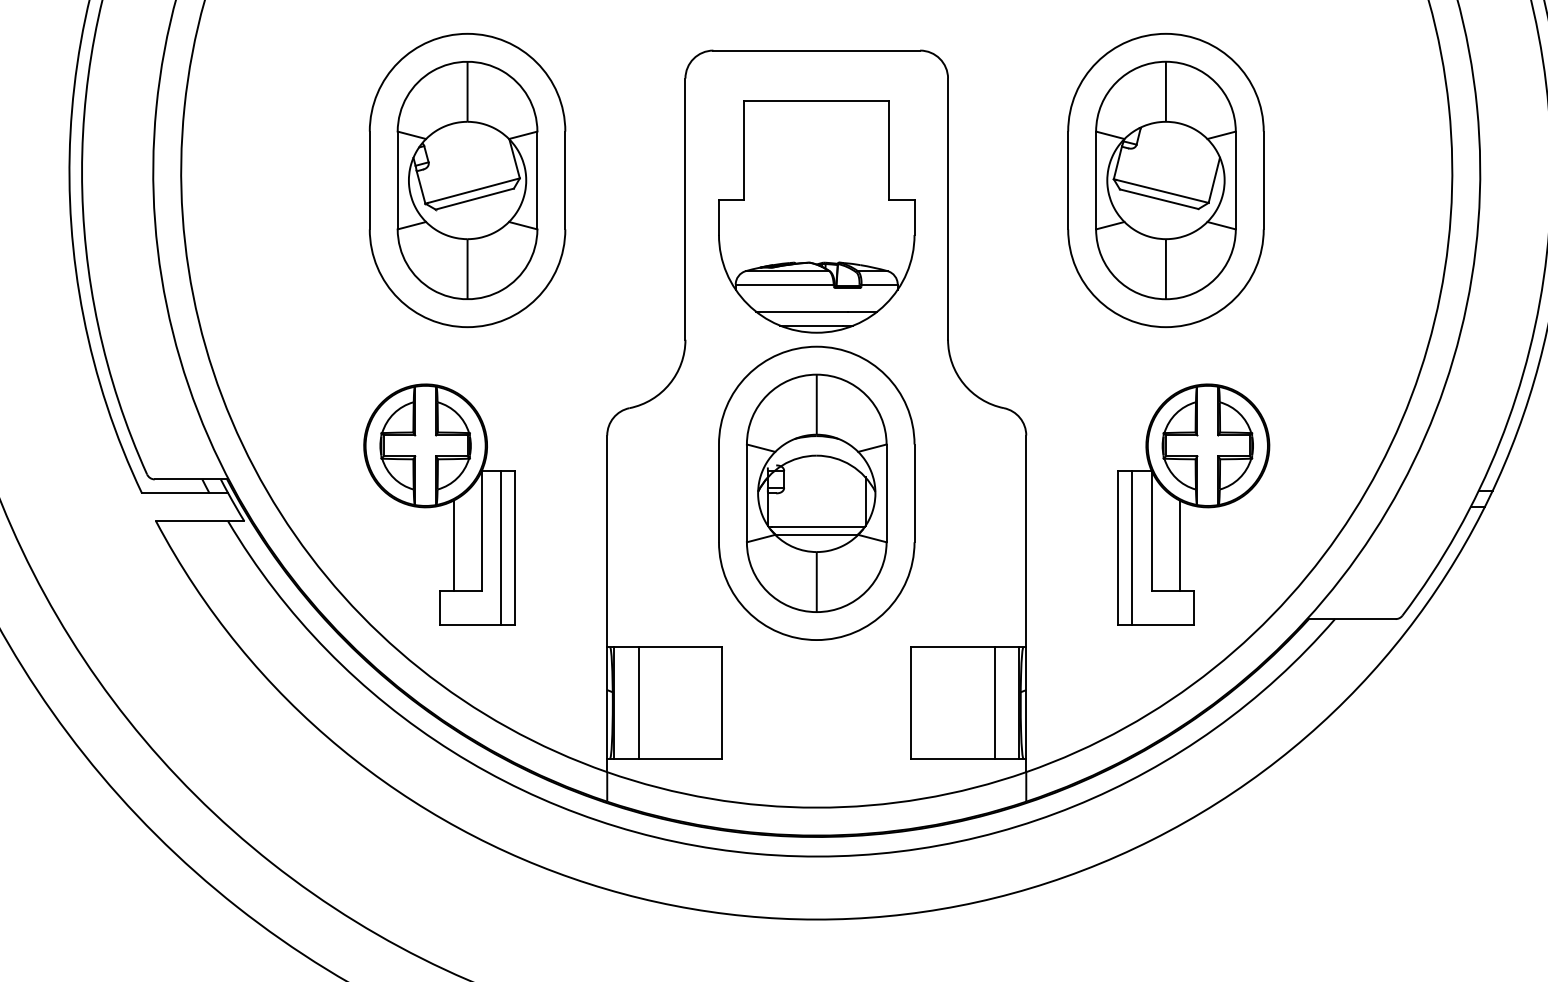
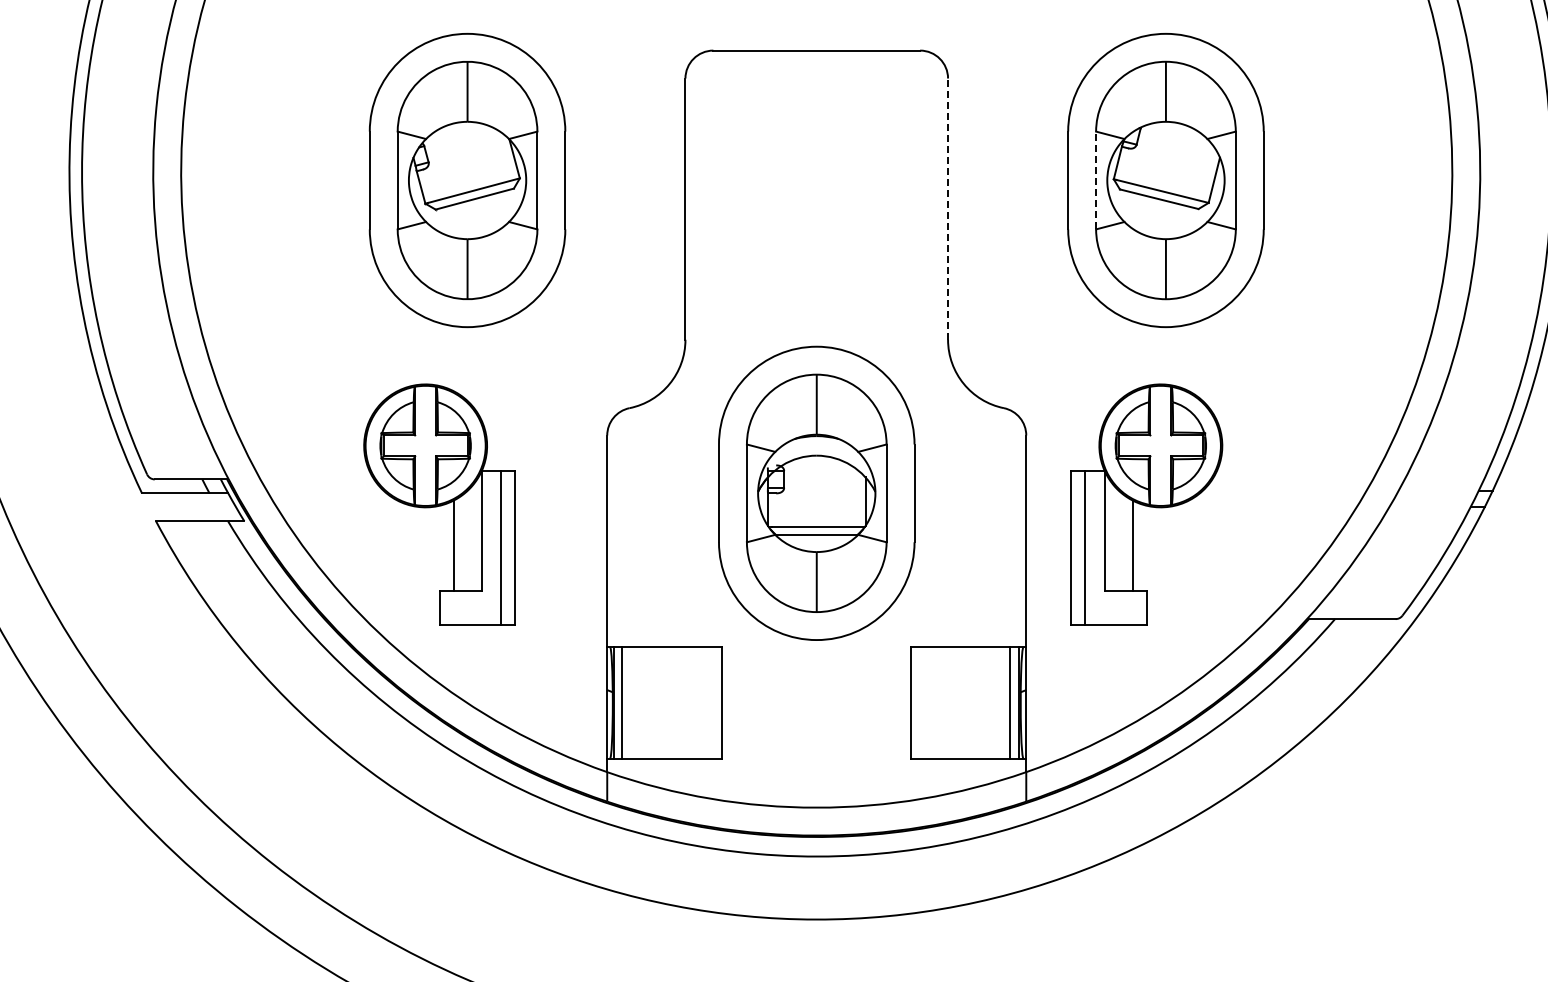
line at (1096, 180): solid -> dashed
line at (948, 209): solid -> dashed
part at (816, 216): present -> none
part at (1193, 504) position: (1193, 504) -> (1146, 504)
line at (638, 702) position: (638, 702) -> (621, 702)
line at (994, 702) position: (994, 702) -> (1009, 702)
